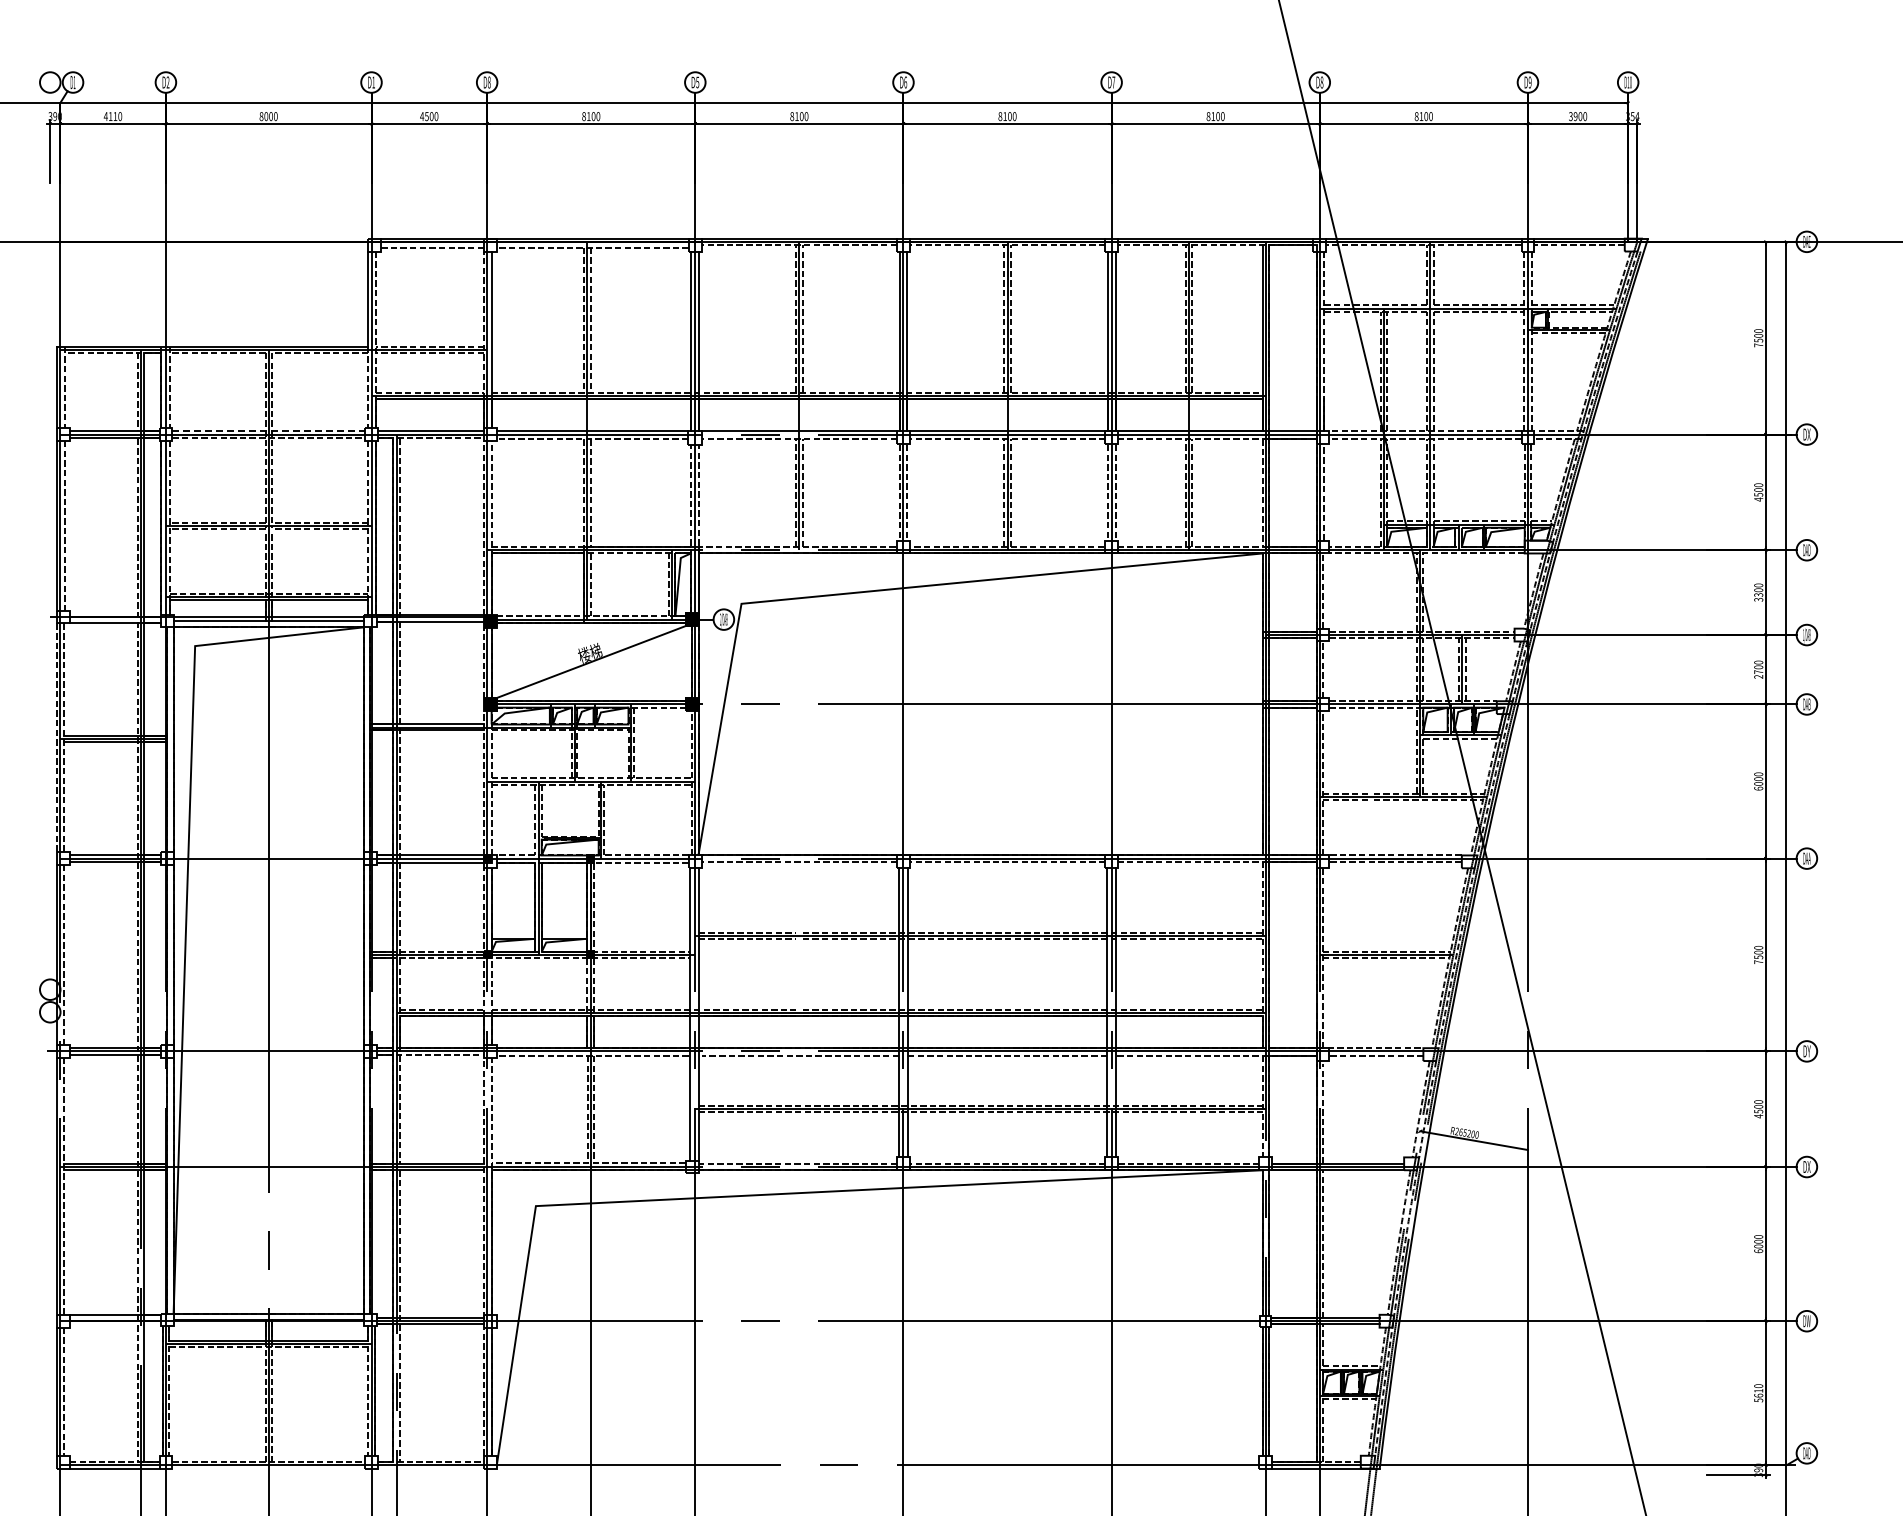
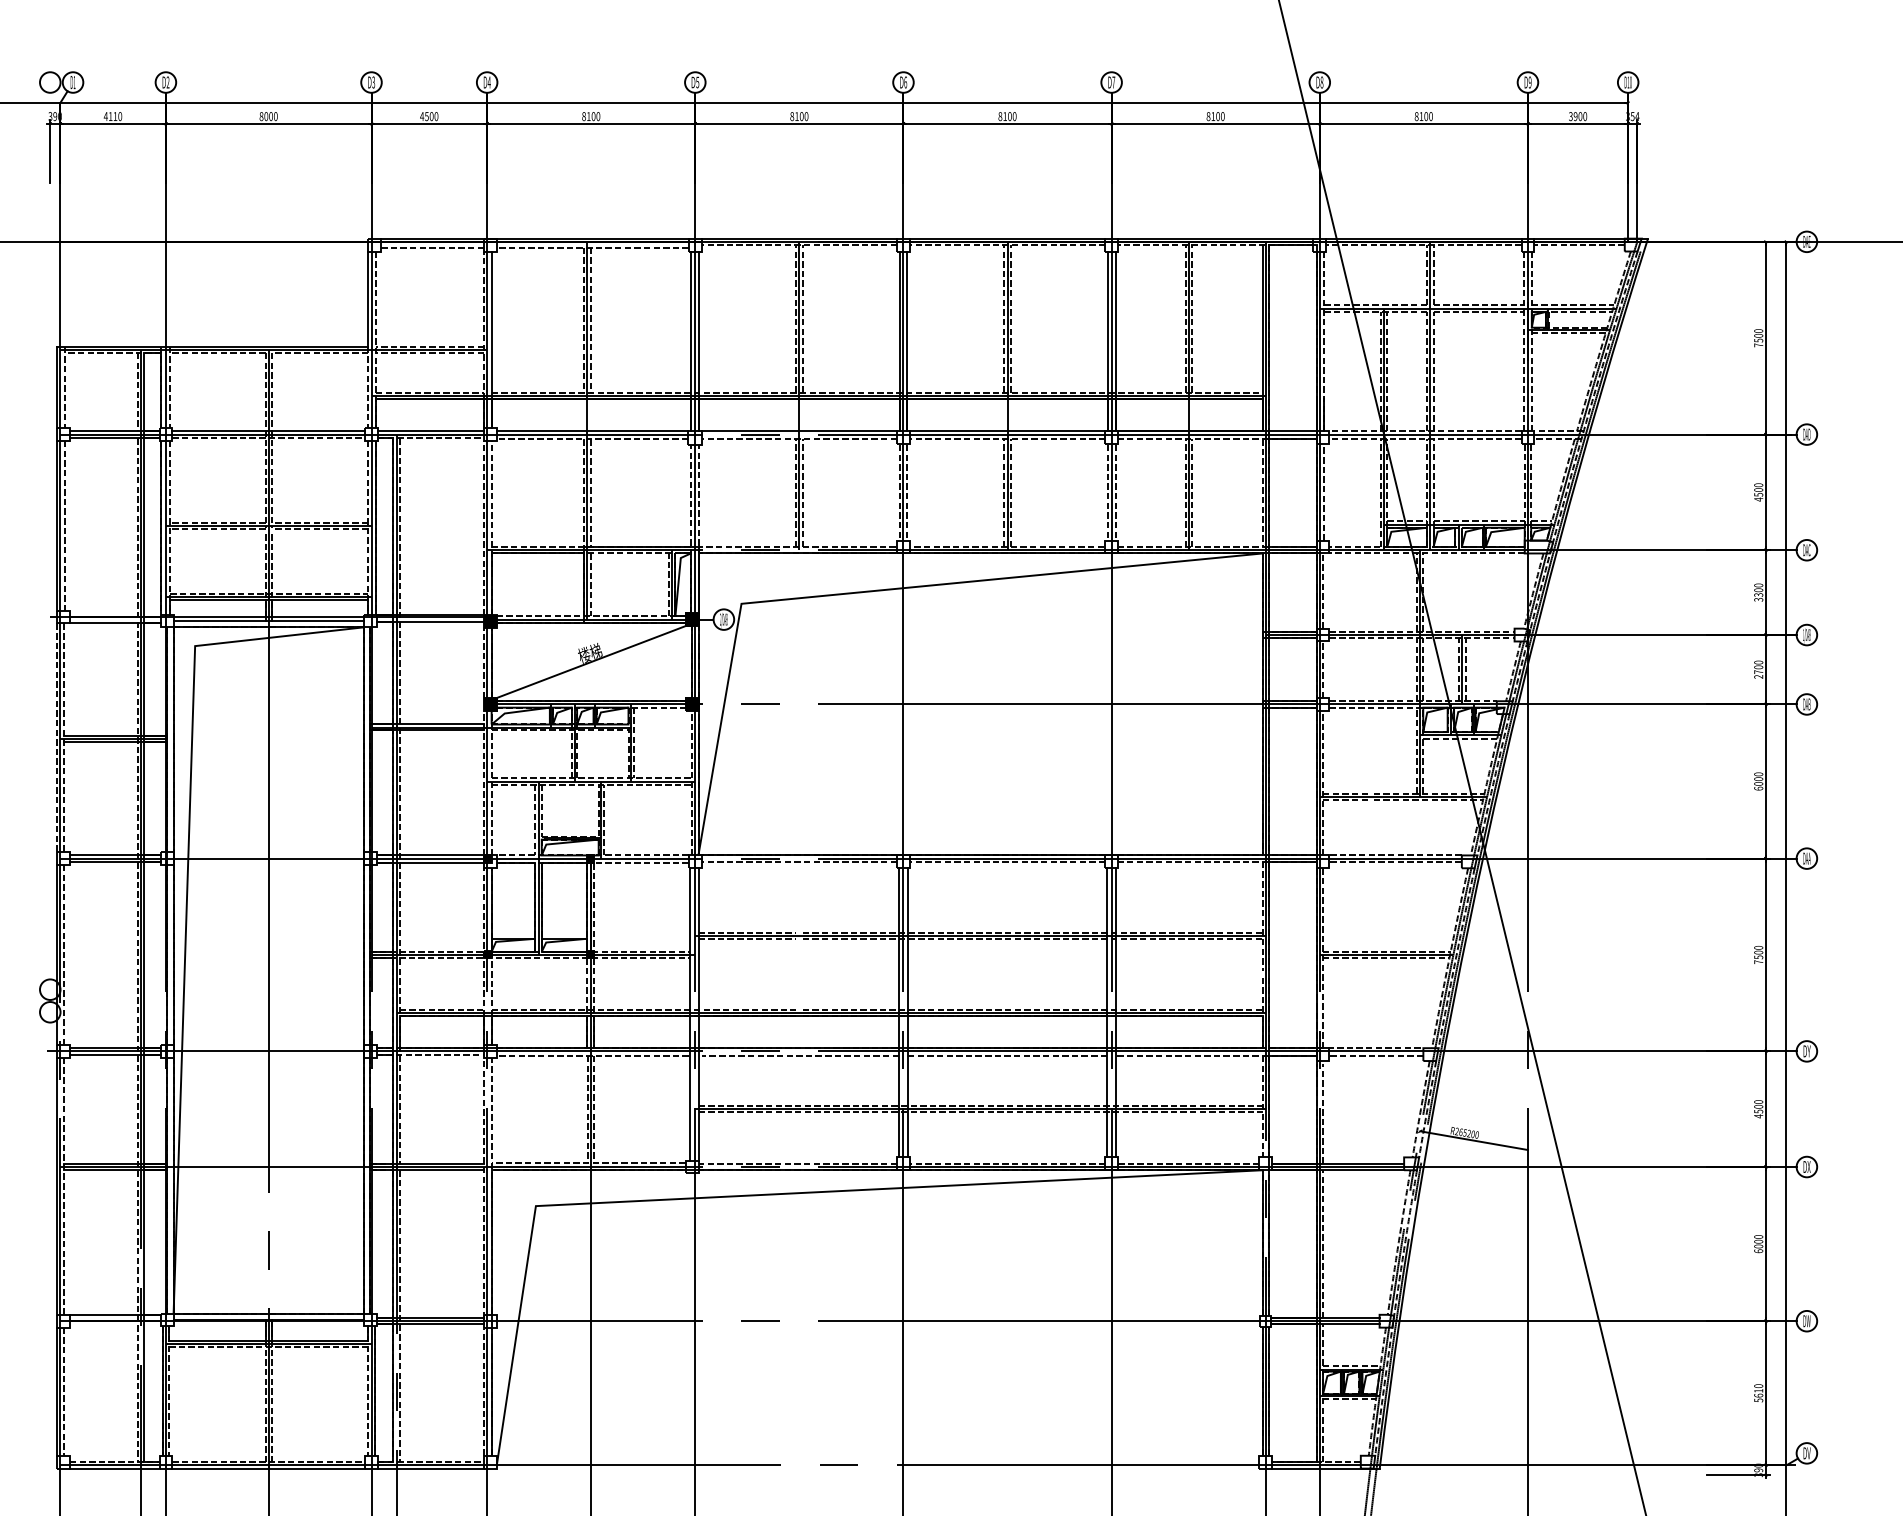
text at (373, 82): D1 -> D3
text at (488, 82): D8 -> D4
line at (269, 430): dashed -> solid
text at (1806, 434): DX -> DAD
text at (1808, 549): DAD -> DAC
text at (1806, 1453): DAD -> DV
line at (268, 1468): none -> present
line at (430, 1468): none -> present
